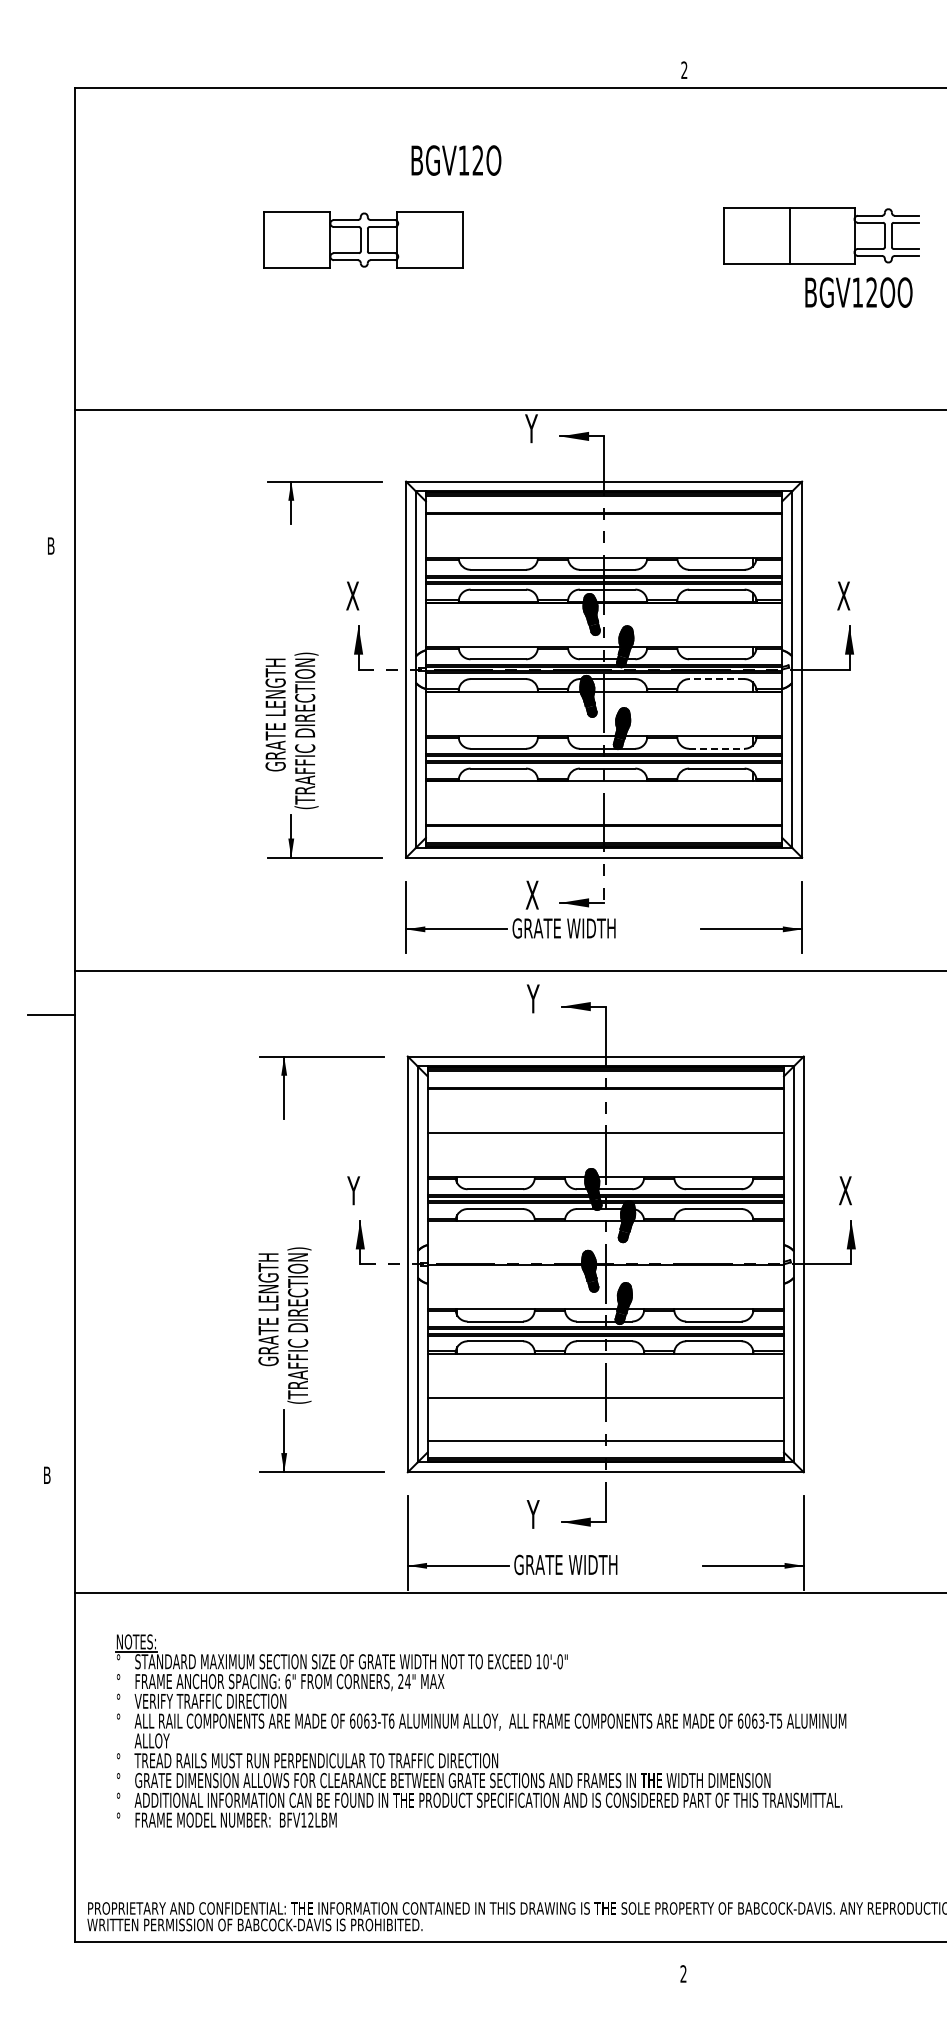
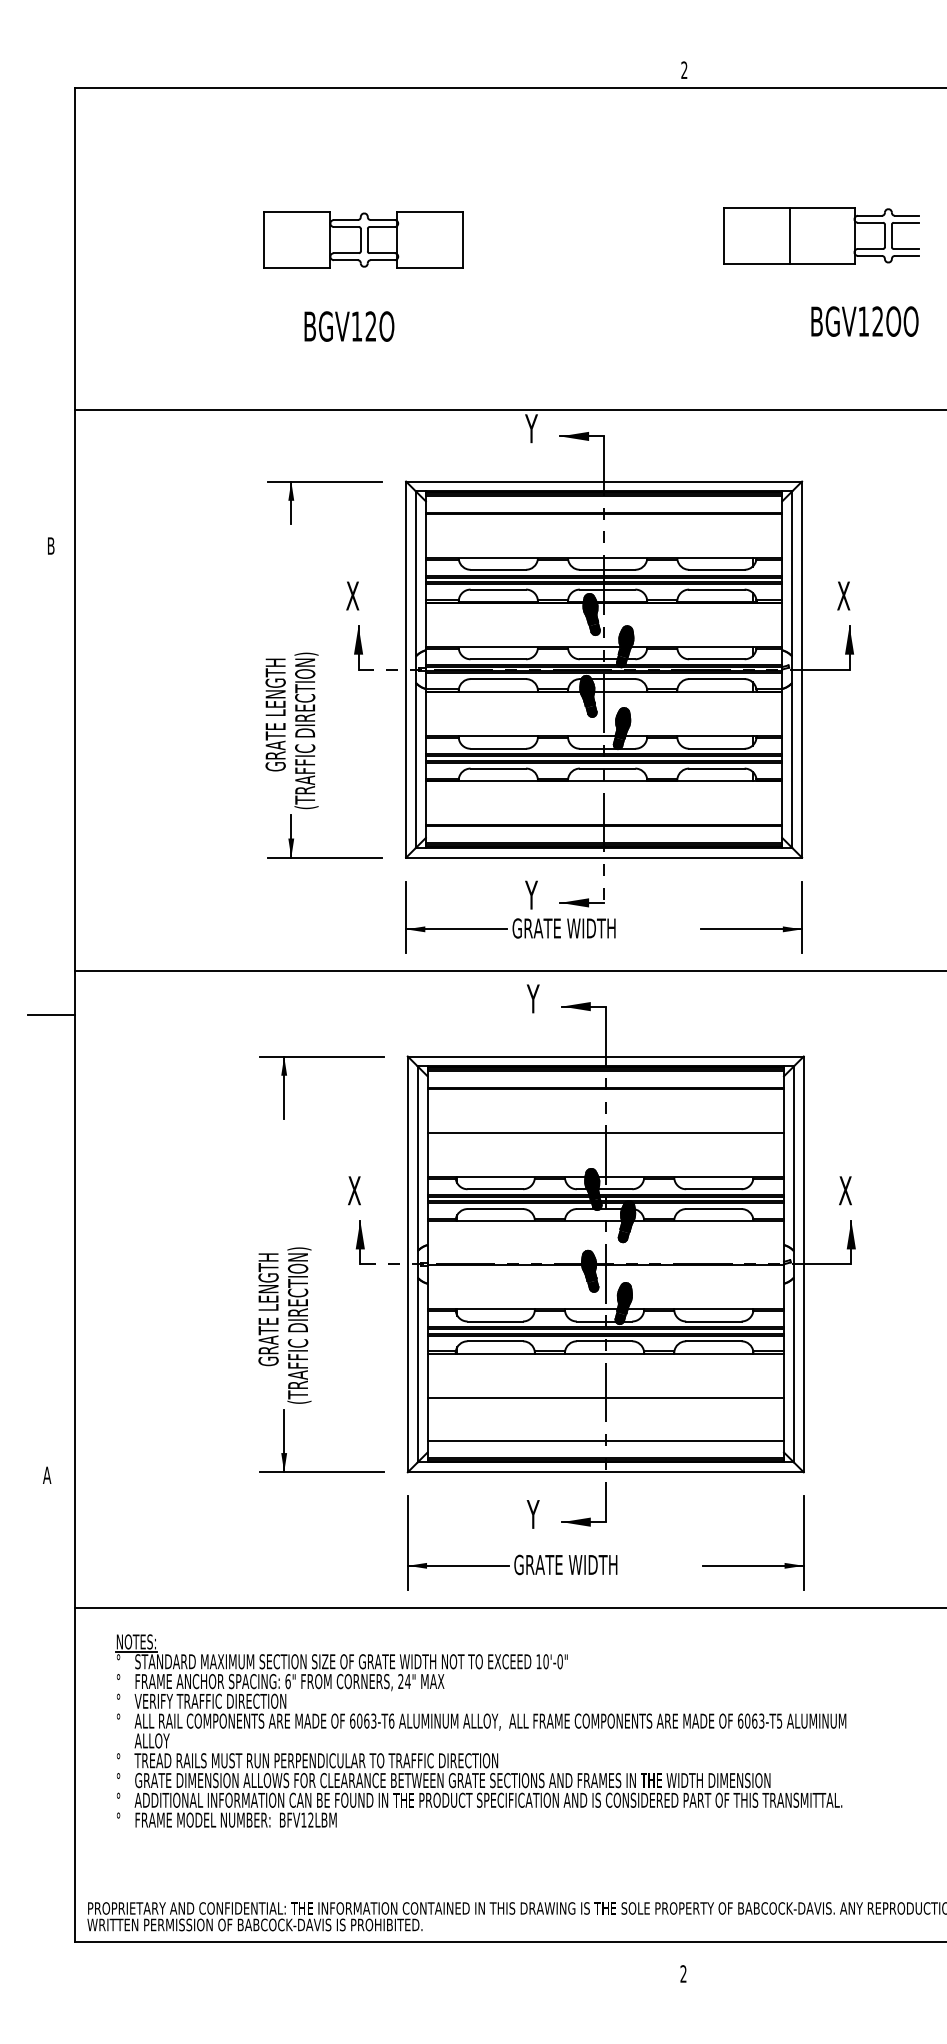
text at (456, 160) position: (456, 160) -> (349, 326)
text at (858, 292) position: (858, 292) -> (864, 321)
line at (716, 679): dashed -> solid
line at (716, 748): dashed -> solid
text at (531, 894): X -> Y
text at (353, 1190): Y -> X
text at (47, 1474): B -> A
line at (508, 1593) position: (508, 1593) -> (508, 1608)
